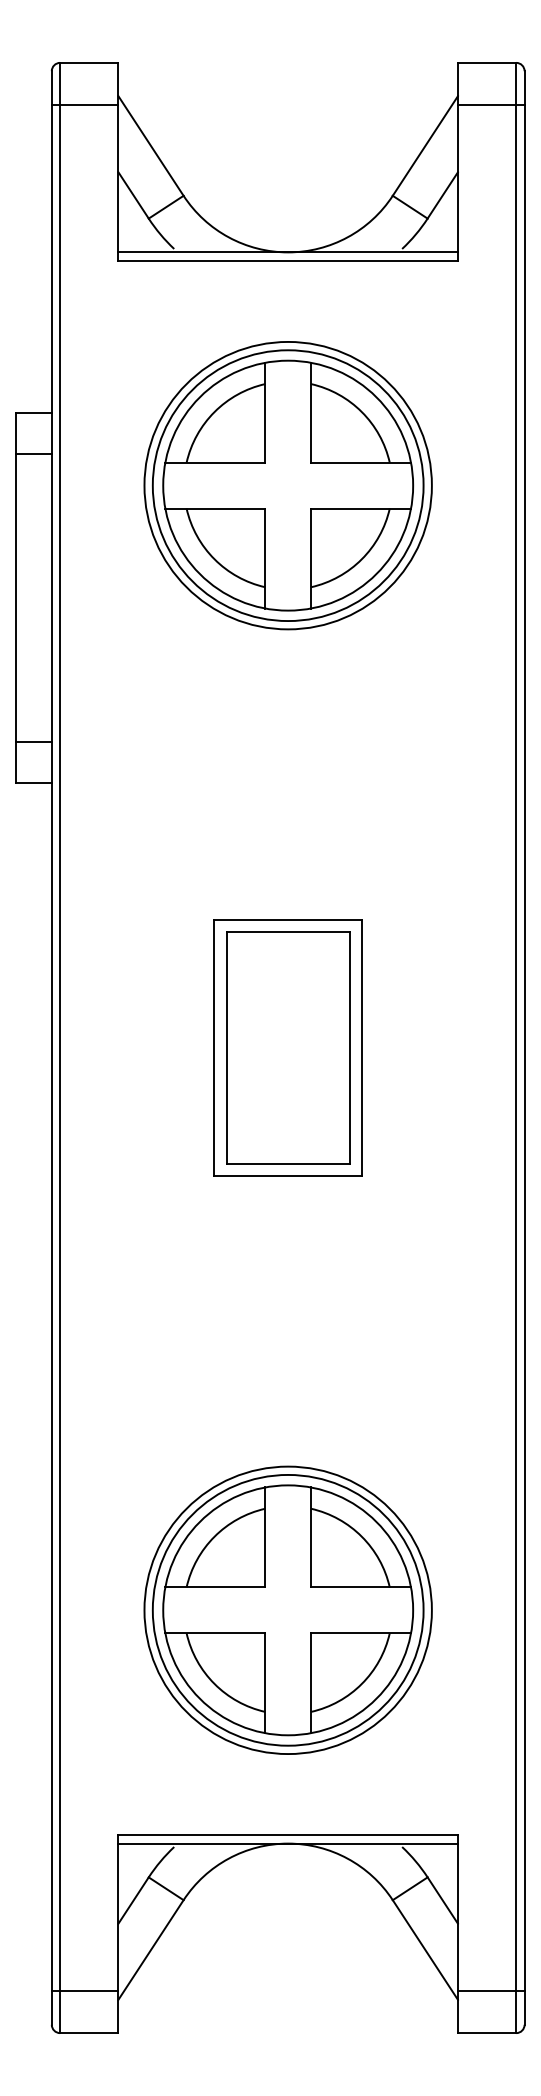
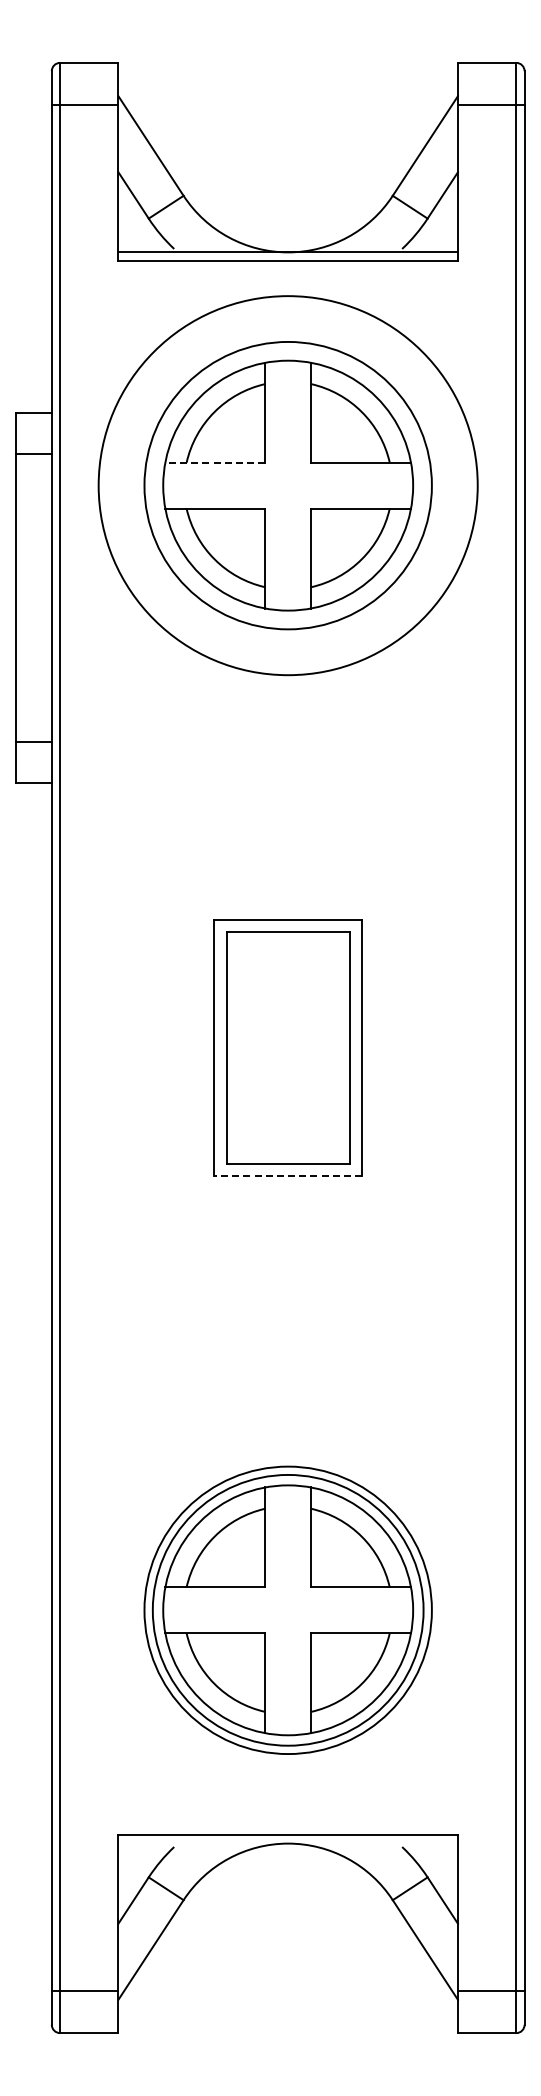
line at (215, 462): solid -> dashed
circle at (287, 485) diameter: 271 px -> 379 px
line at (288, 1176): solid -> dashed
line at (287, 1843): present -> none
